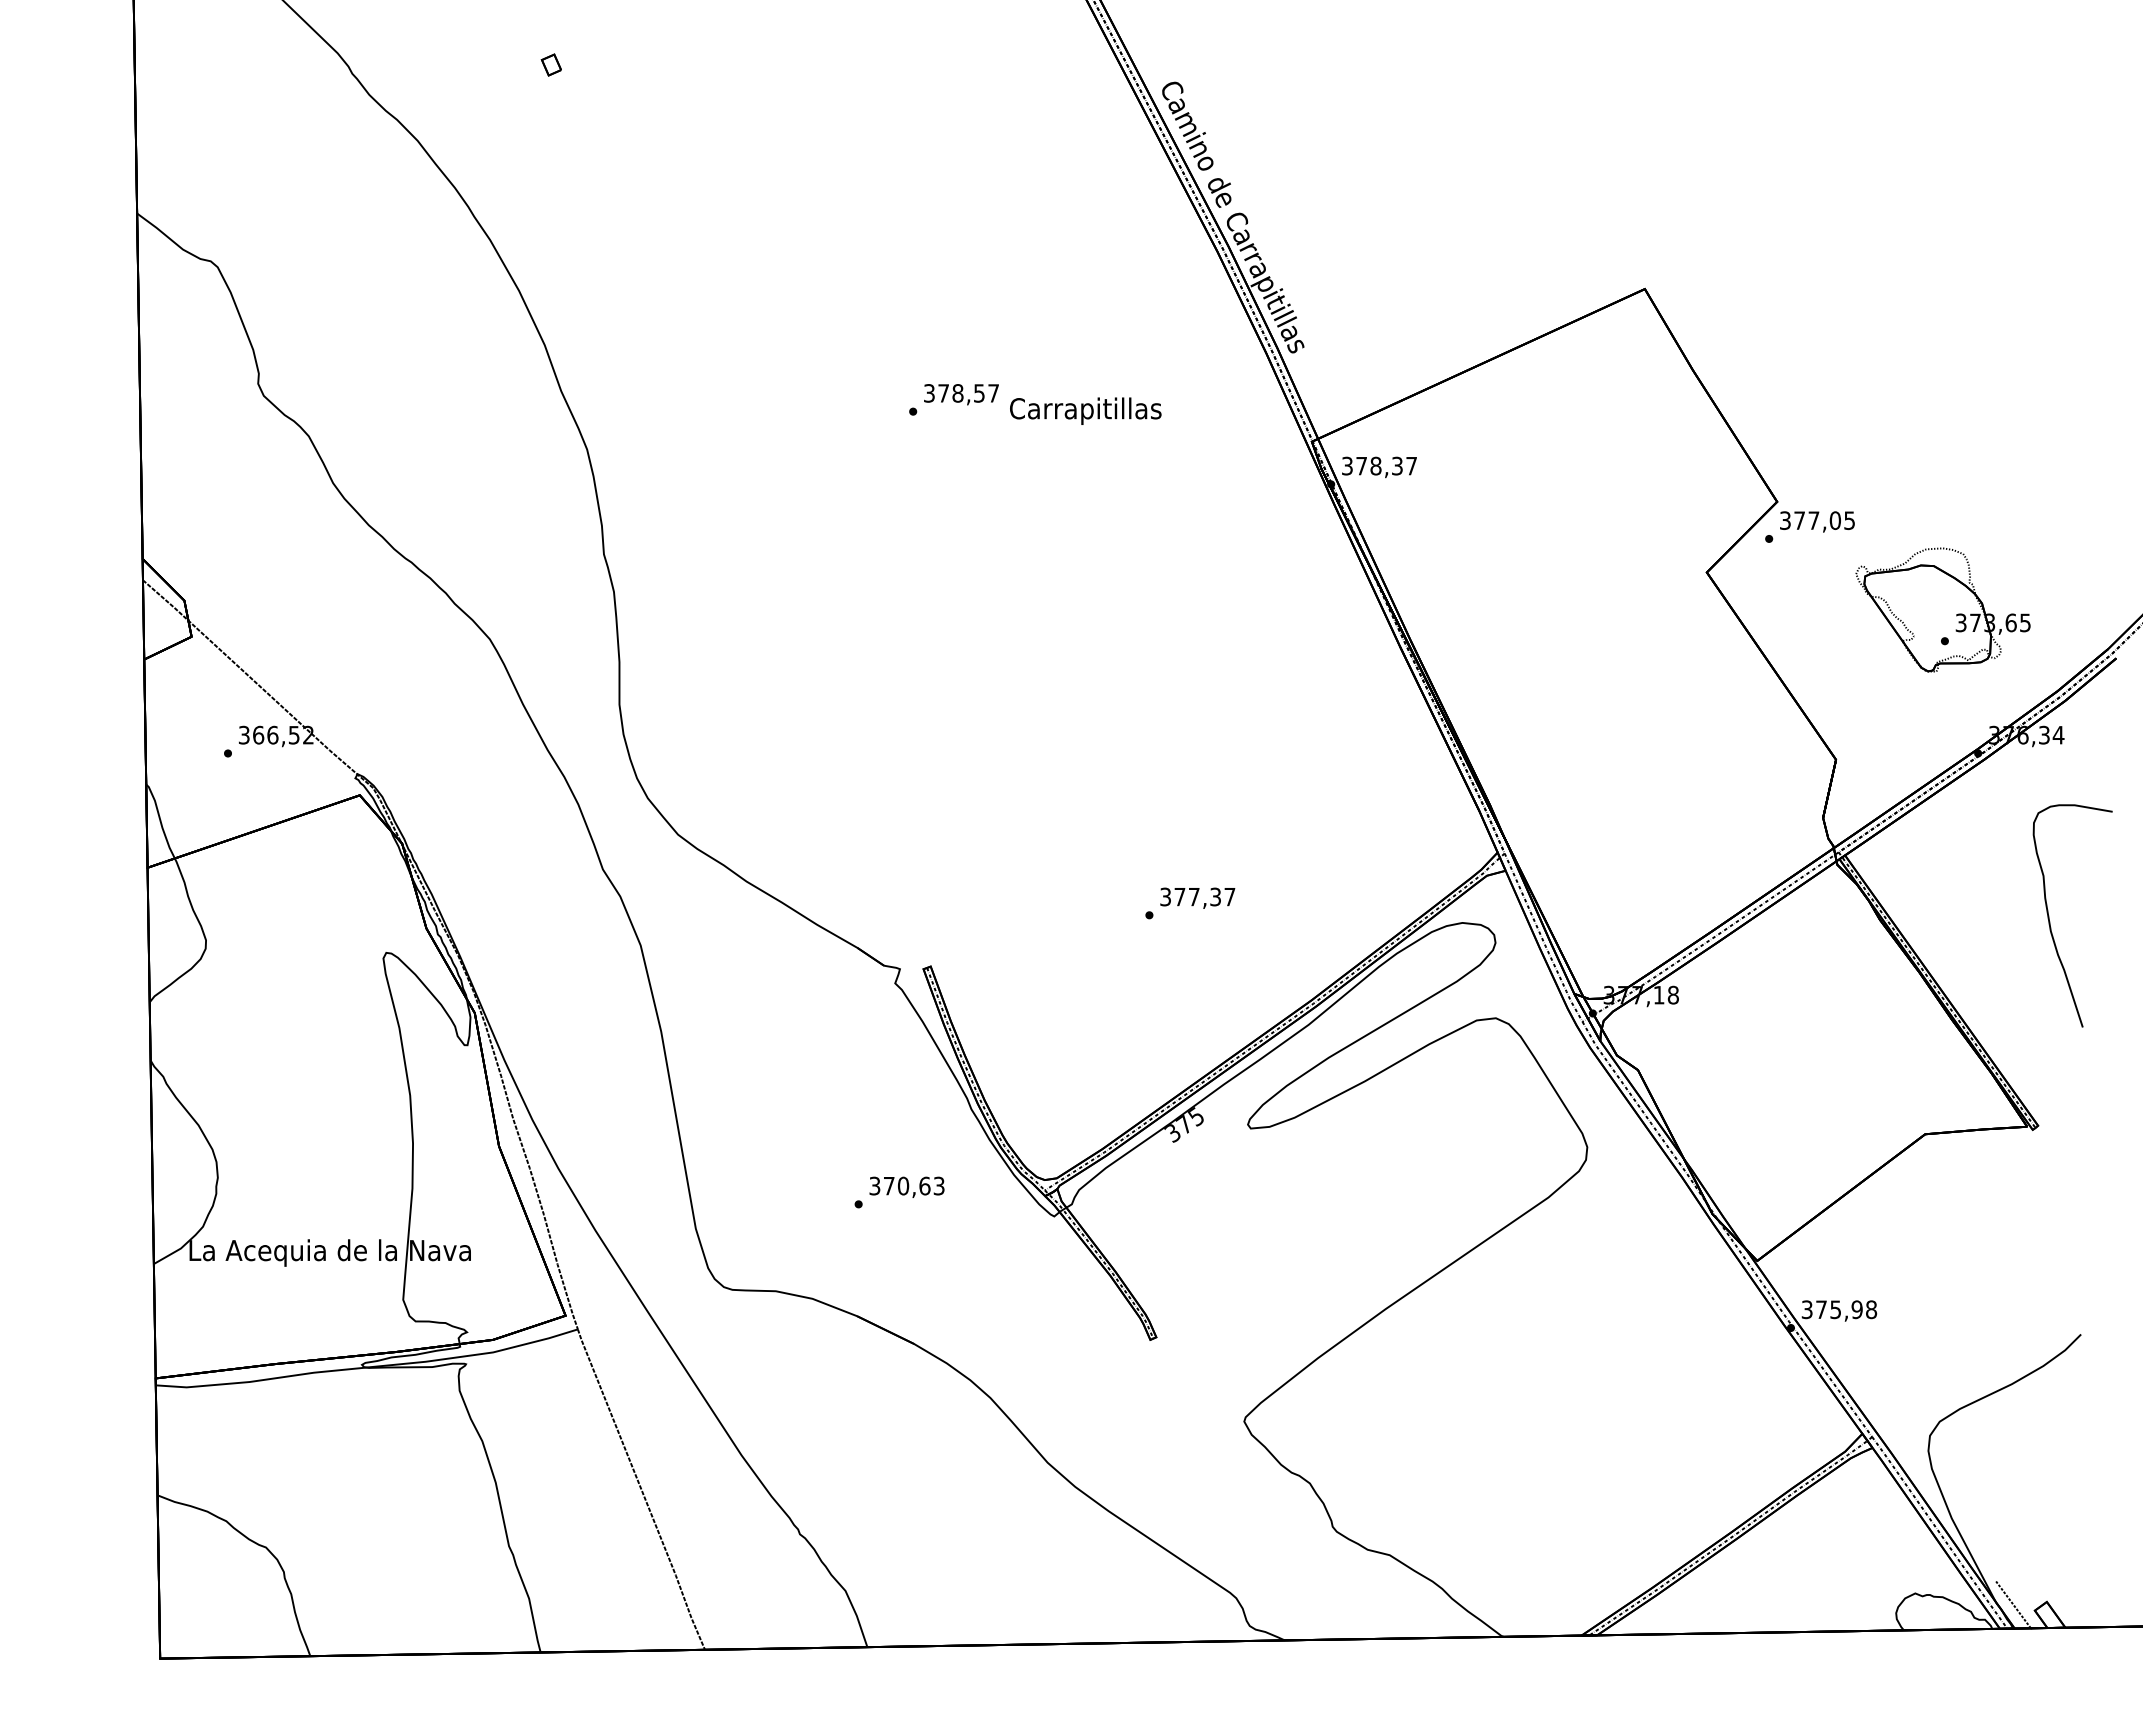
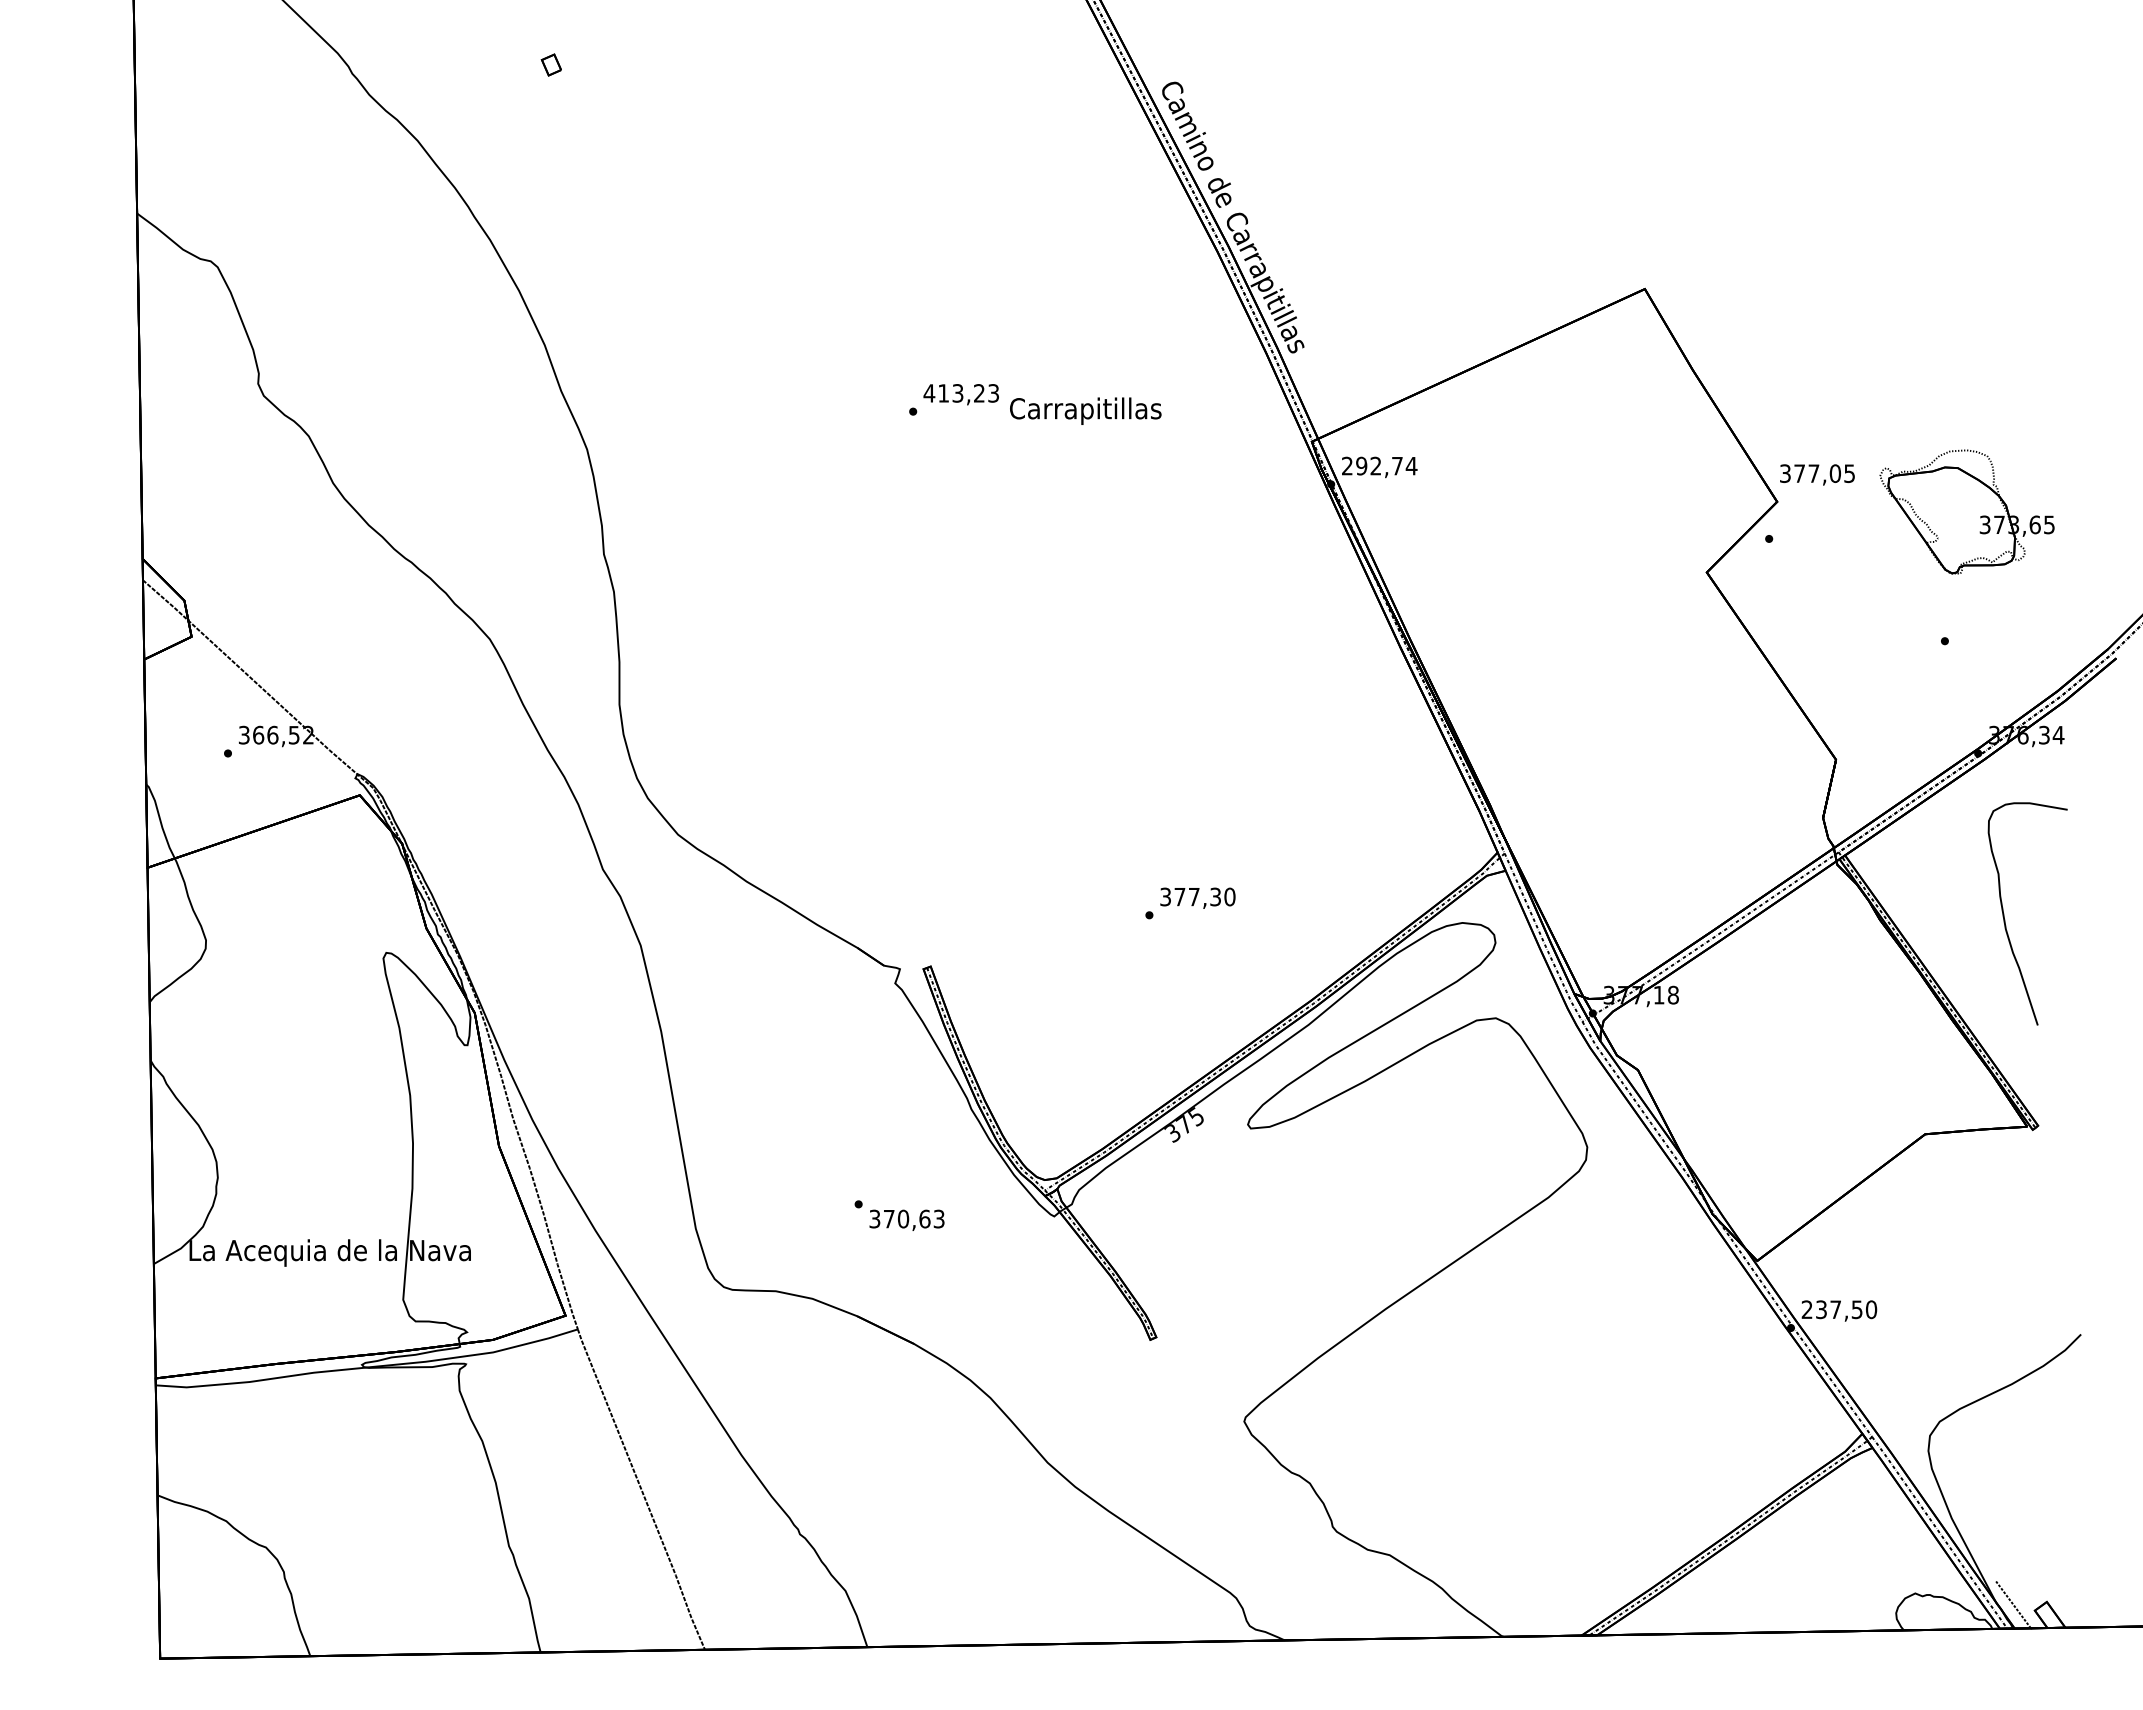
text at (960, 393): 378,57 -> 413,23
text at (1379, 465): 378,37 -> 292,74
text at (1817, 521) position: (1817, 521) -> (1817, 474)
part at (1942, 609) position: (1942, 609) -> (1966, 511)
text at (1229, 896): 377,37 -> 377,30
curve at (2050, 921) position: (2050, 921) -> (2005, 919)
text at (906, 1186) position: (906, 1186) -> (906, 1219)
text at (1839, 1309): 375,98 -> 237,50
